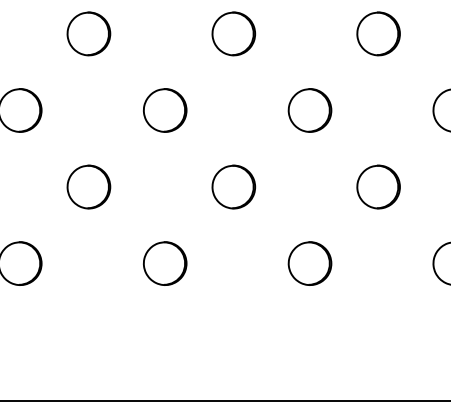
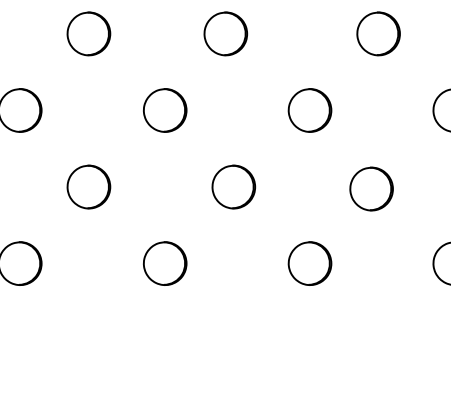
part at (233, 33) position: (233, 33) -> (225, 33)
part at (378, 186) position: (378, 186) -> (371, 188)
line at (224, 401): present -> none
